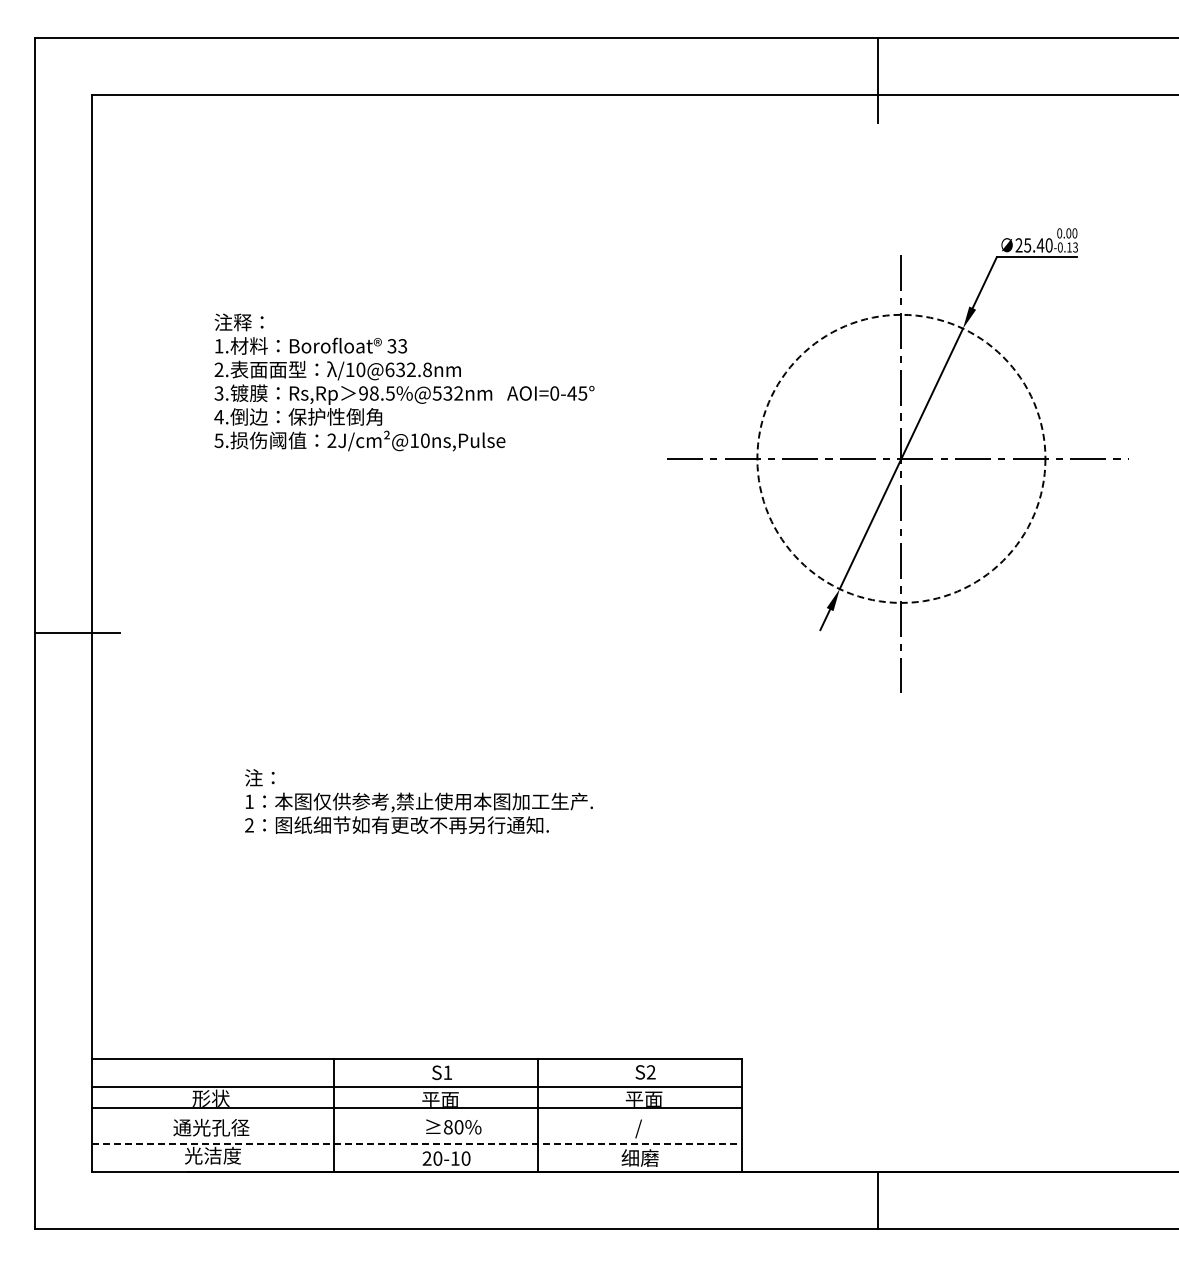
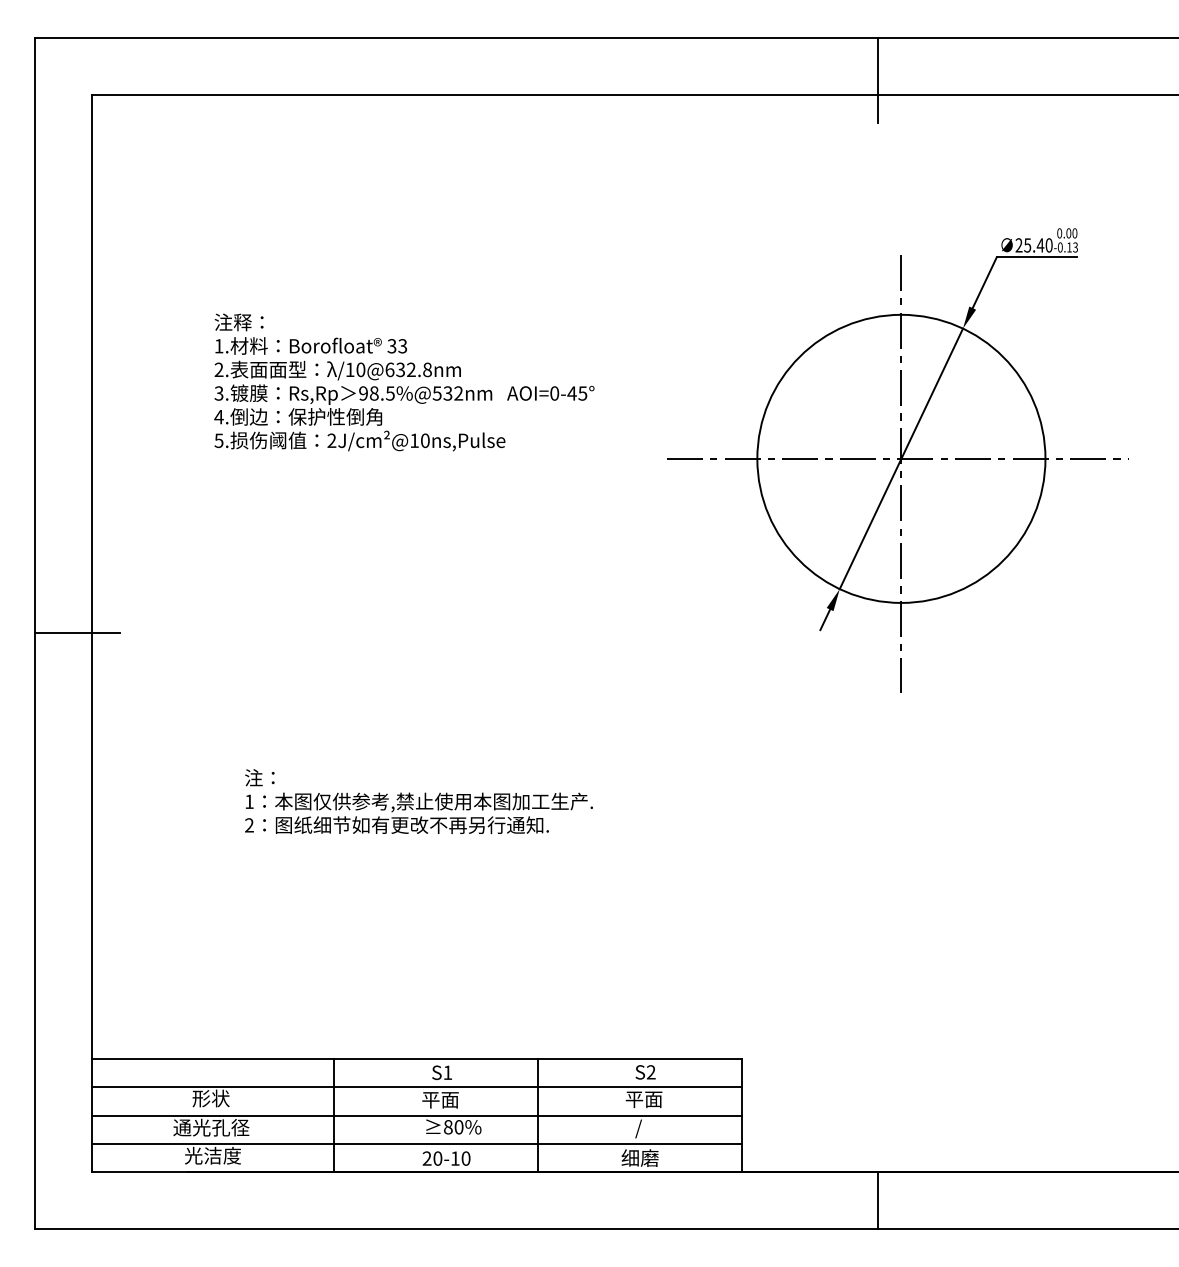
circle at (901, 458): dashed -> solid
line at (417, 1107) position: (417, 1107) -> (417, 1115)
line at (417, 1143): dashed -> solid
